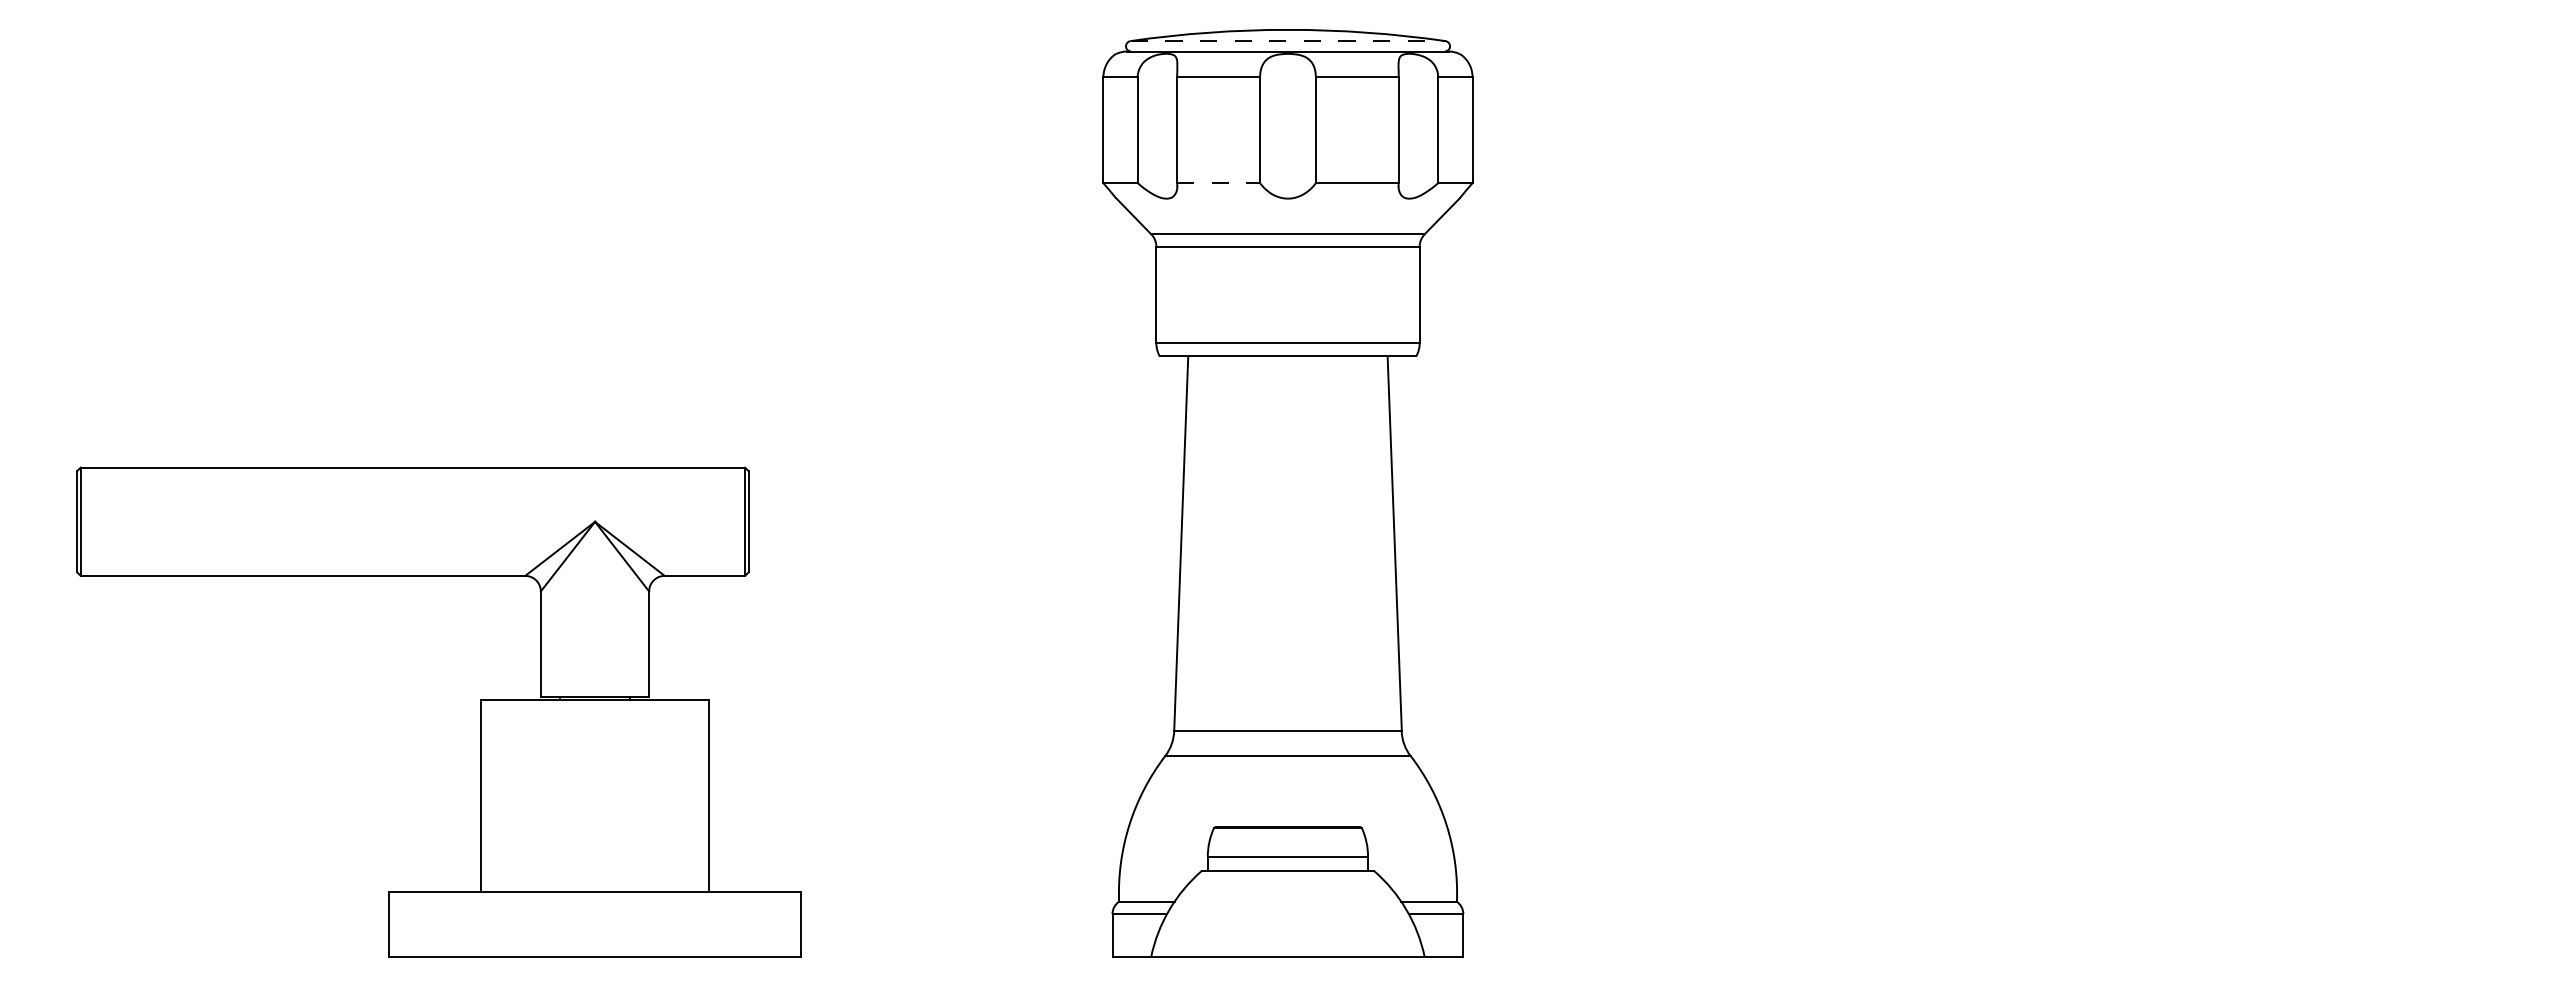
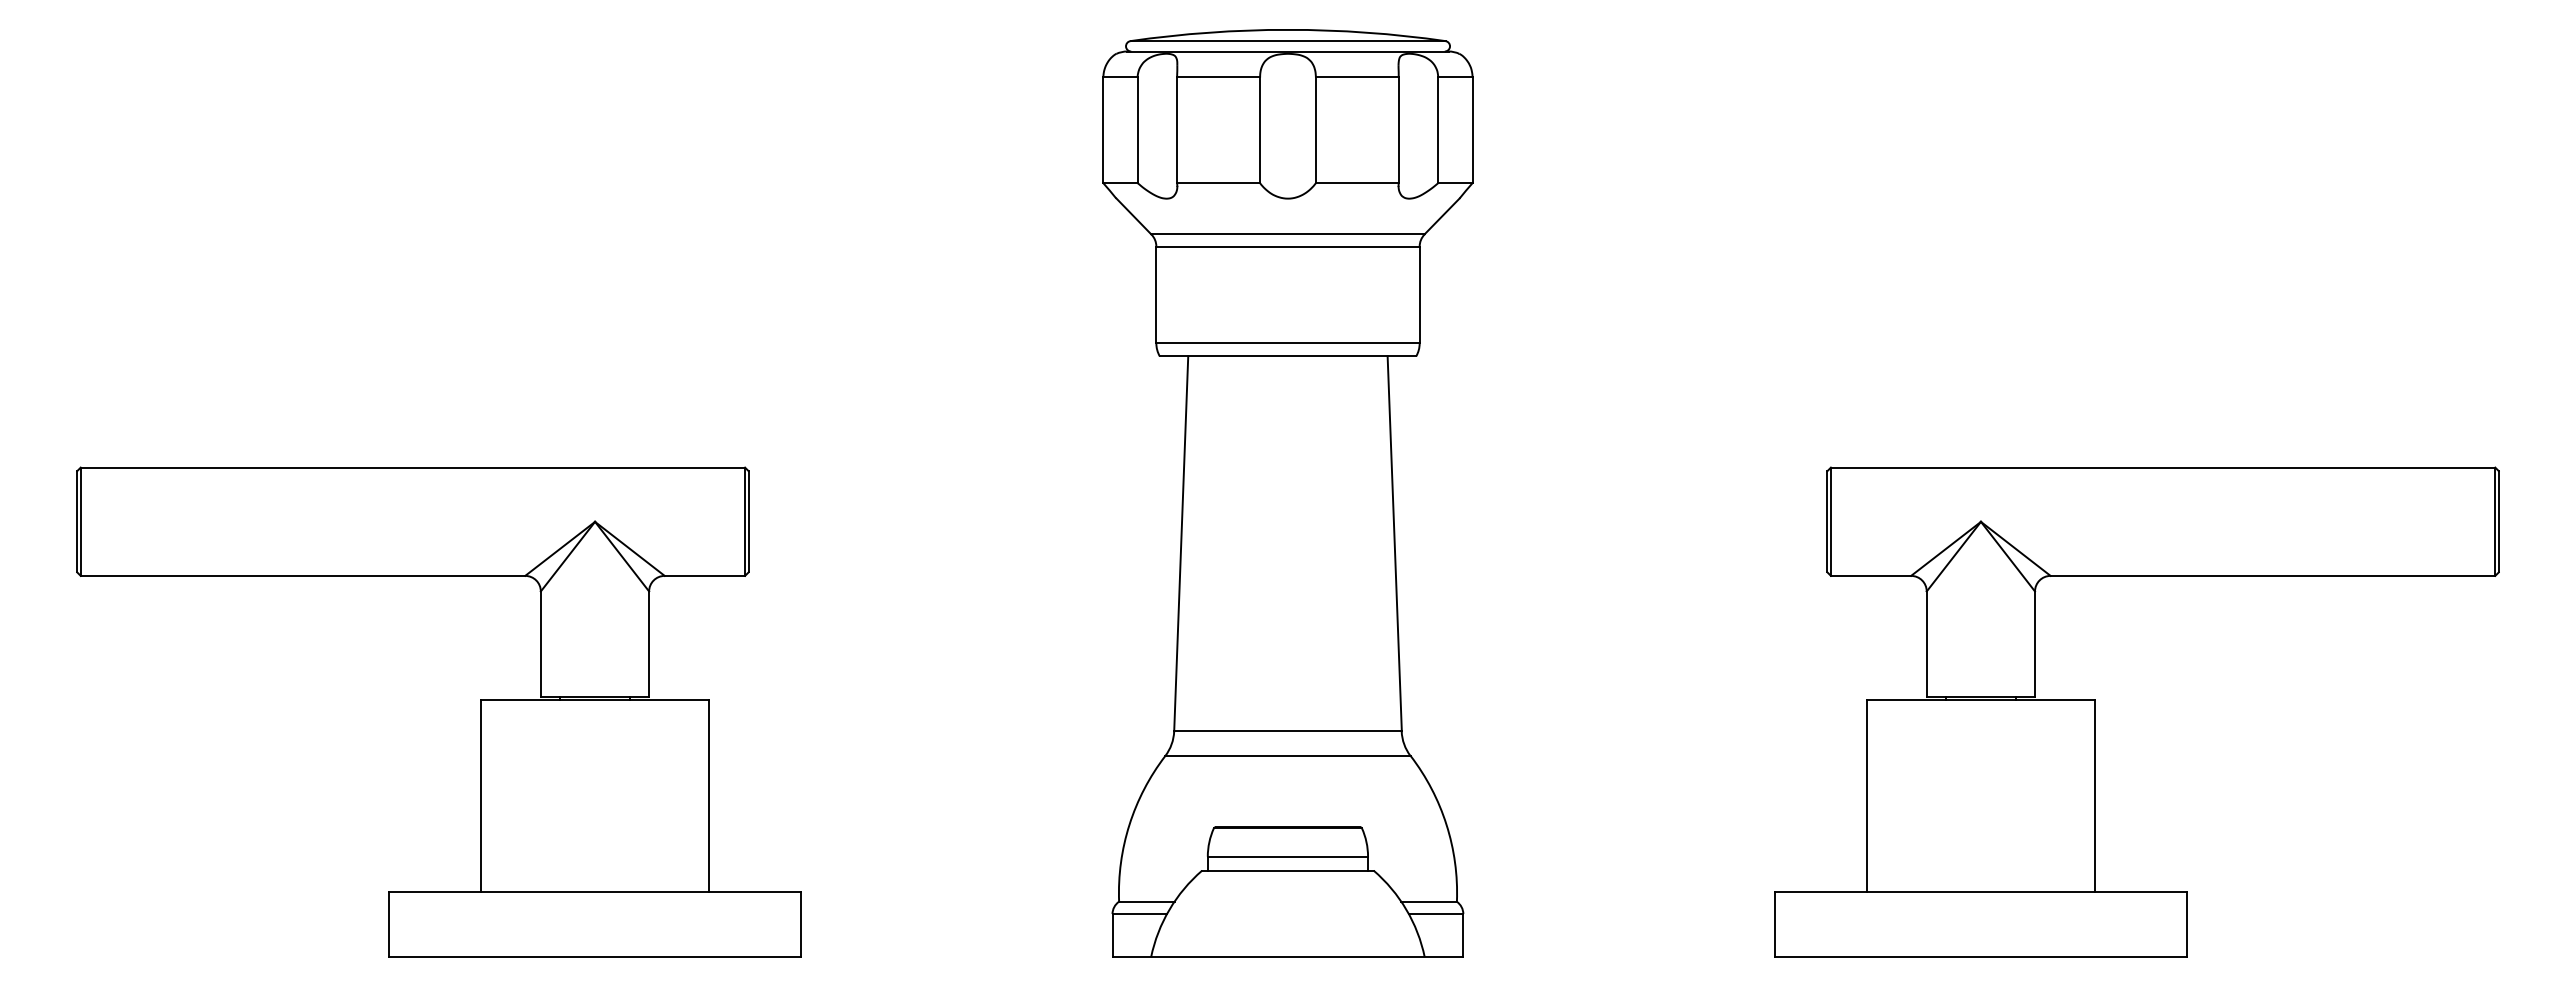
line at (1288, 41): dashed -> solid
line at (1219, 183): dashed -> solid
part at (2095, 711): none -> present
